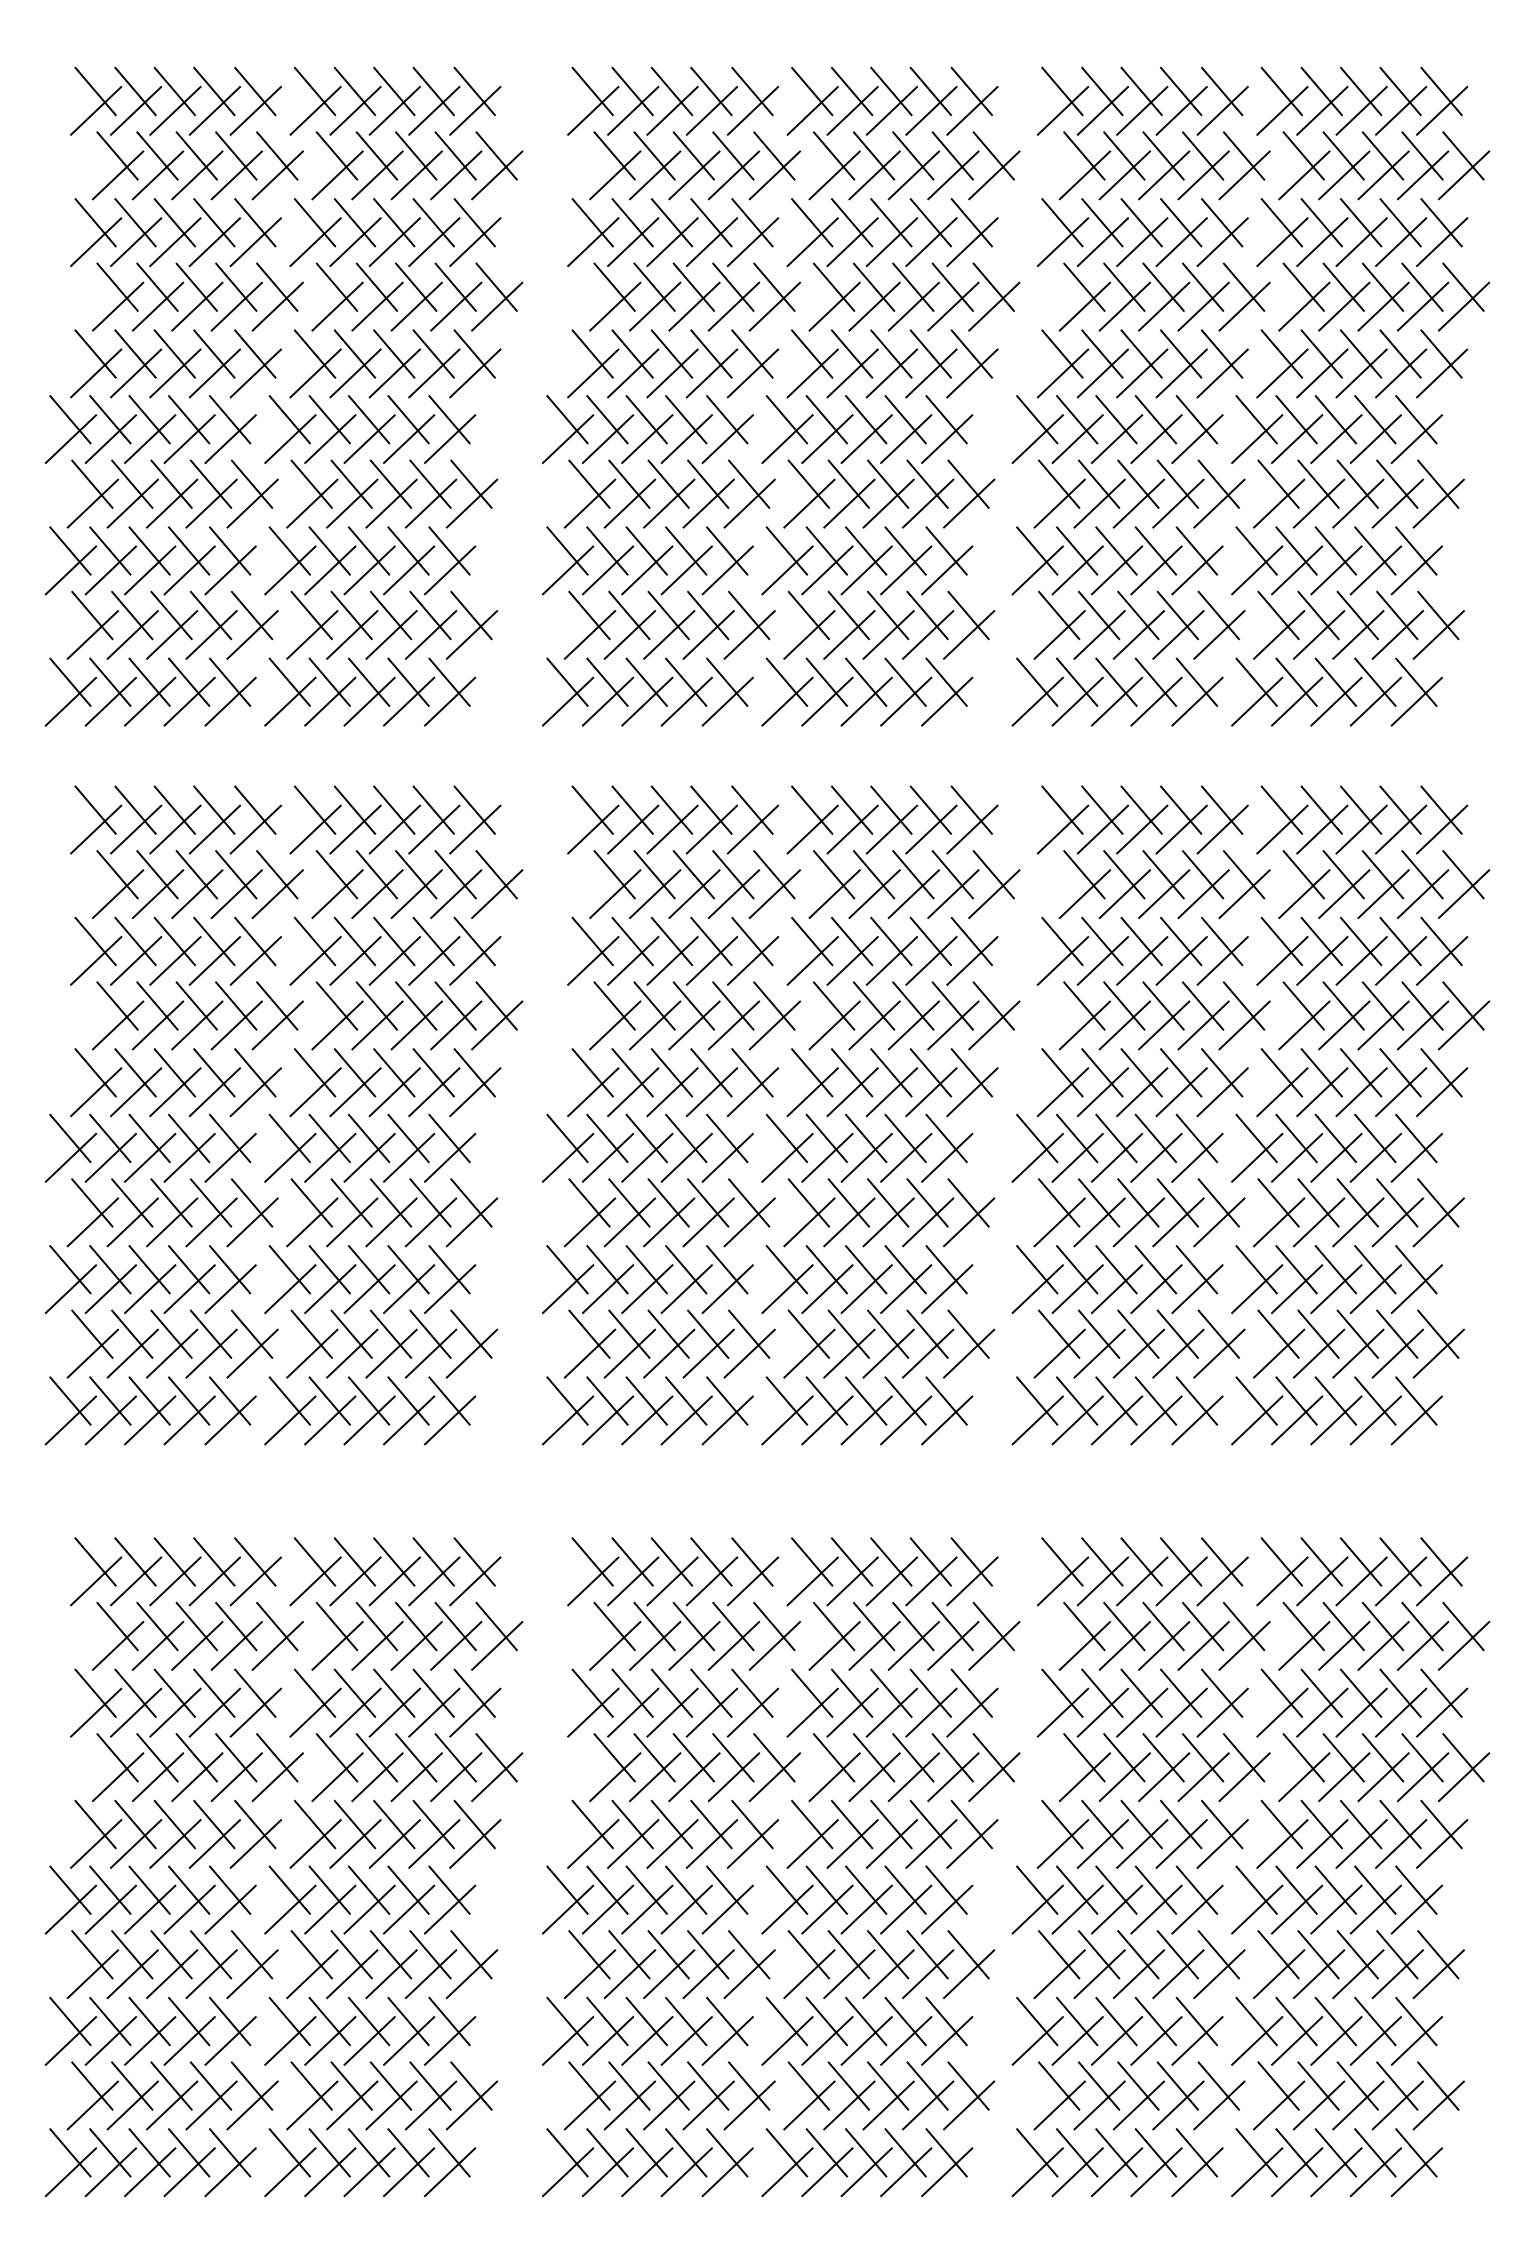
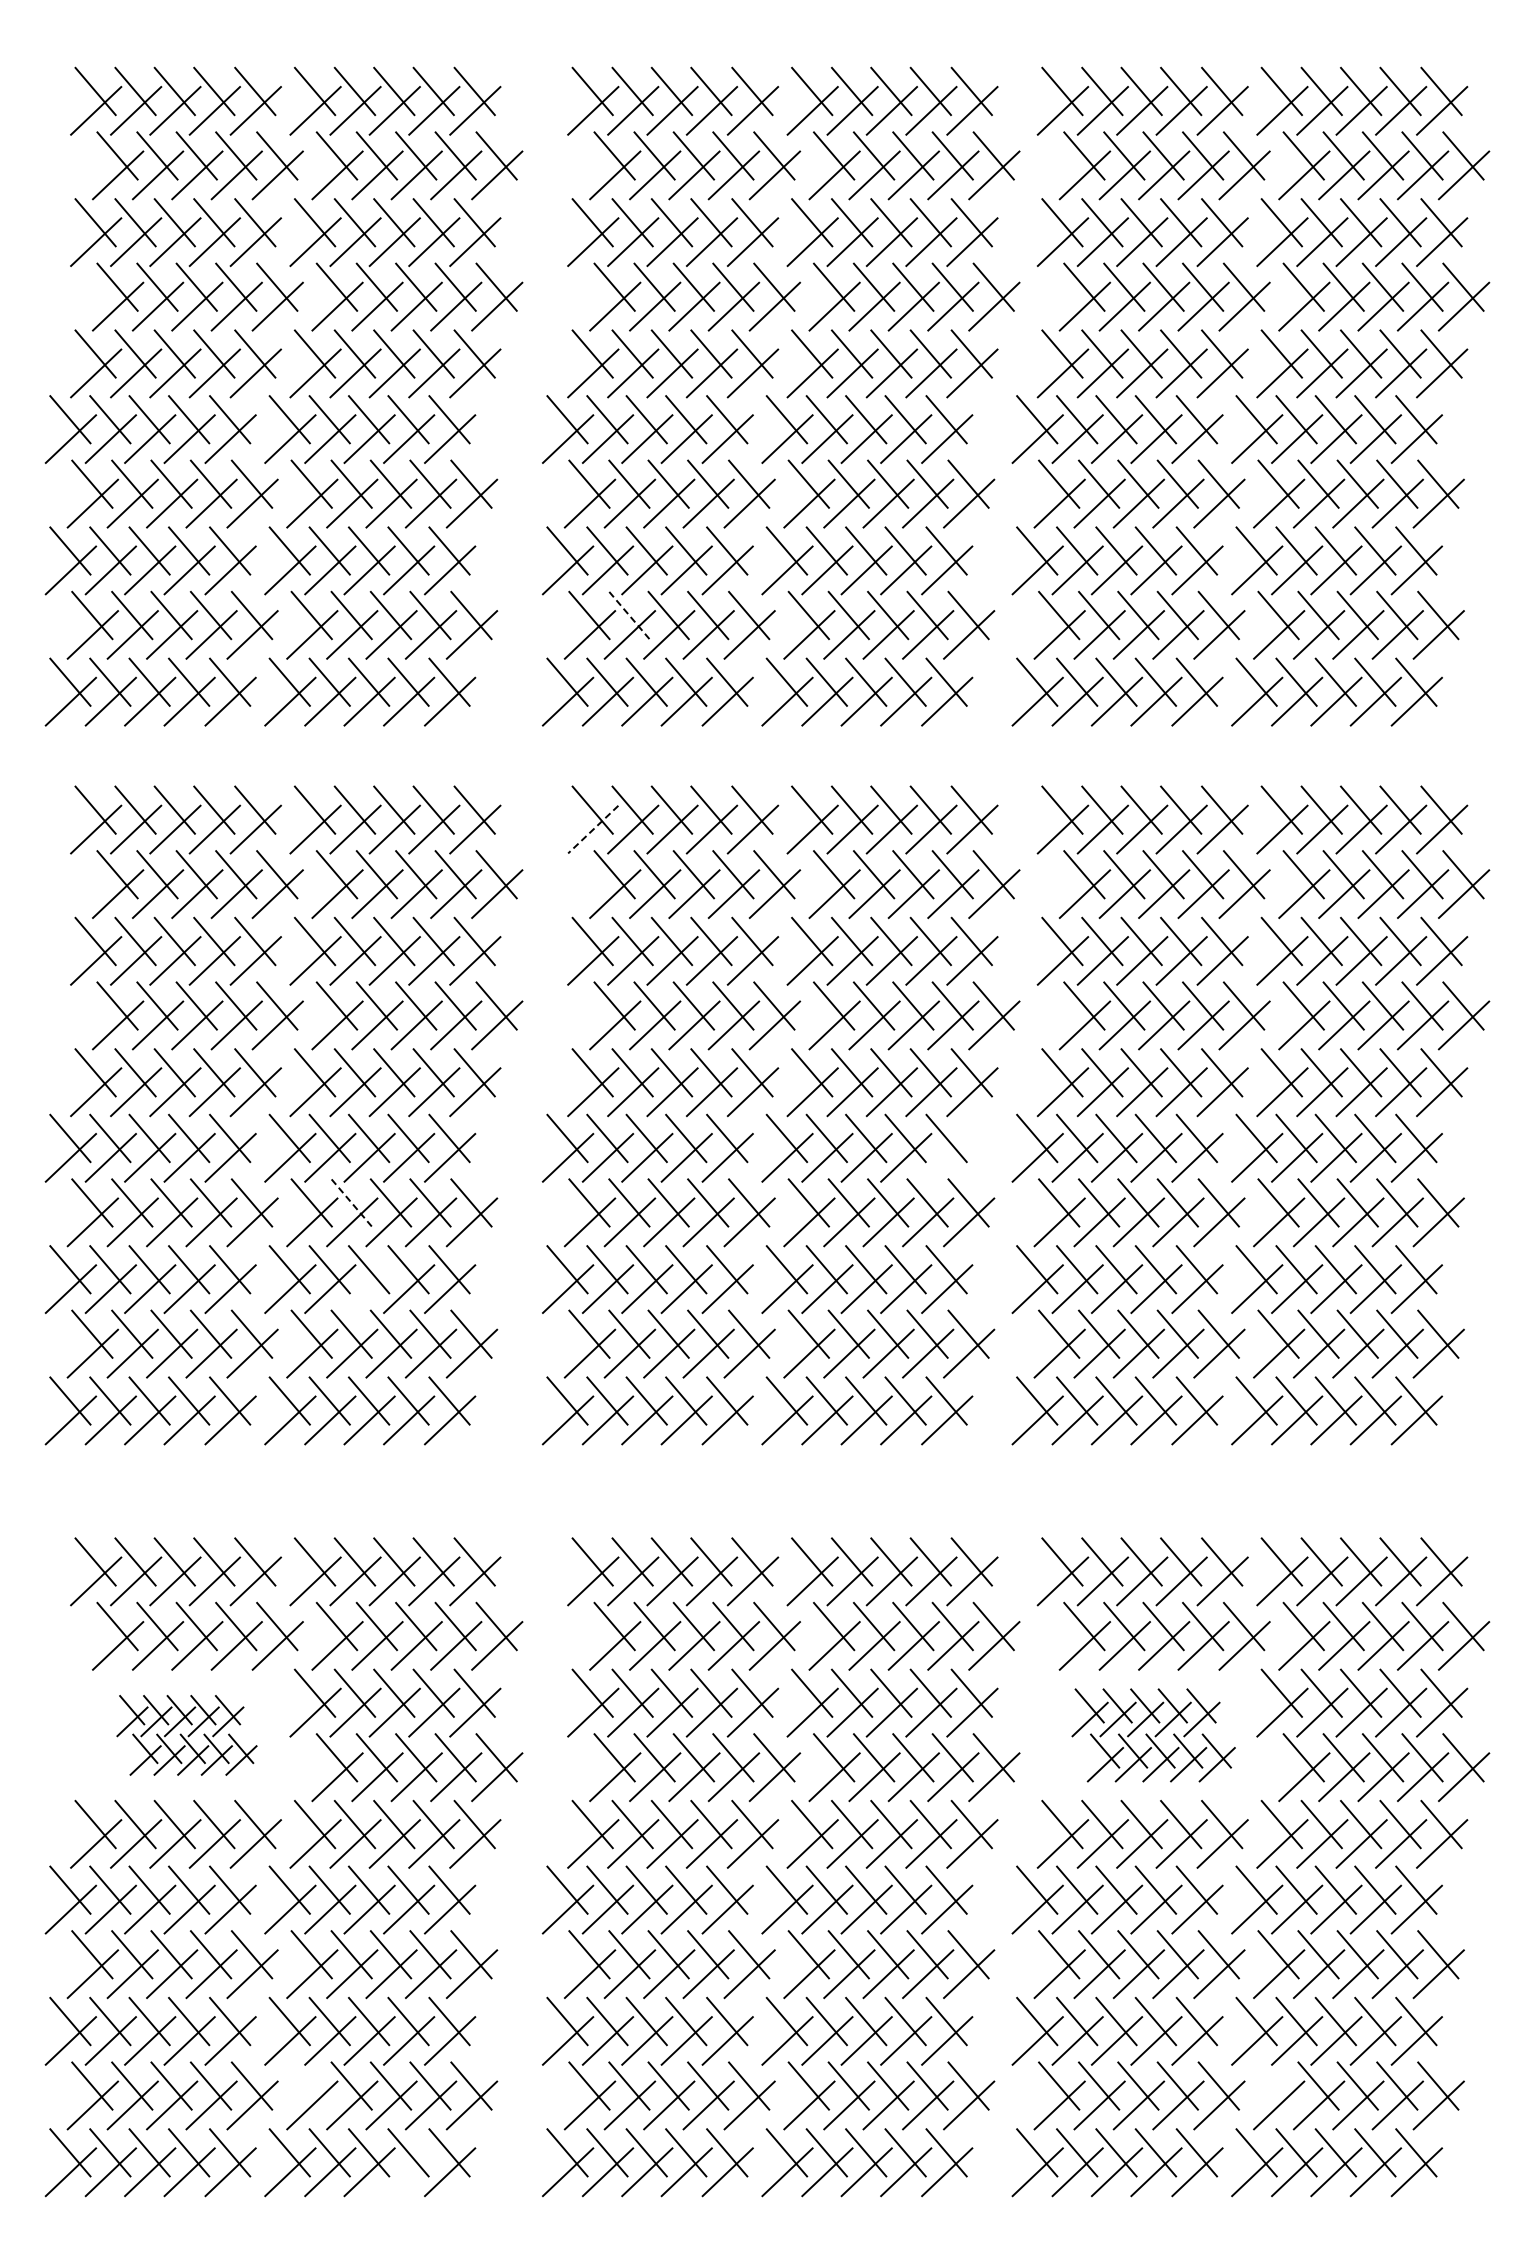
line at (629, 615): solid -> dashed
line at (593, 829): solid -> dashed
line at (947, 1157): present -> none
line at (351, 1202): solid -> dashed
line at (369, 1288): present -> none
part at (186, 1735) size: 234x135 px -> 142x81 px
part at (1153, 1735) size: 235x135 px -> 165x95 px
line at (311, 2085): present -> none
line at (1278, 2085): present -> none
line at (409, 2172): present -> none
